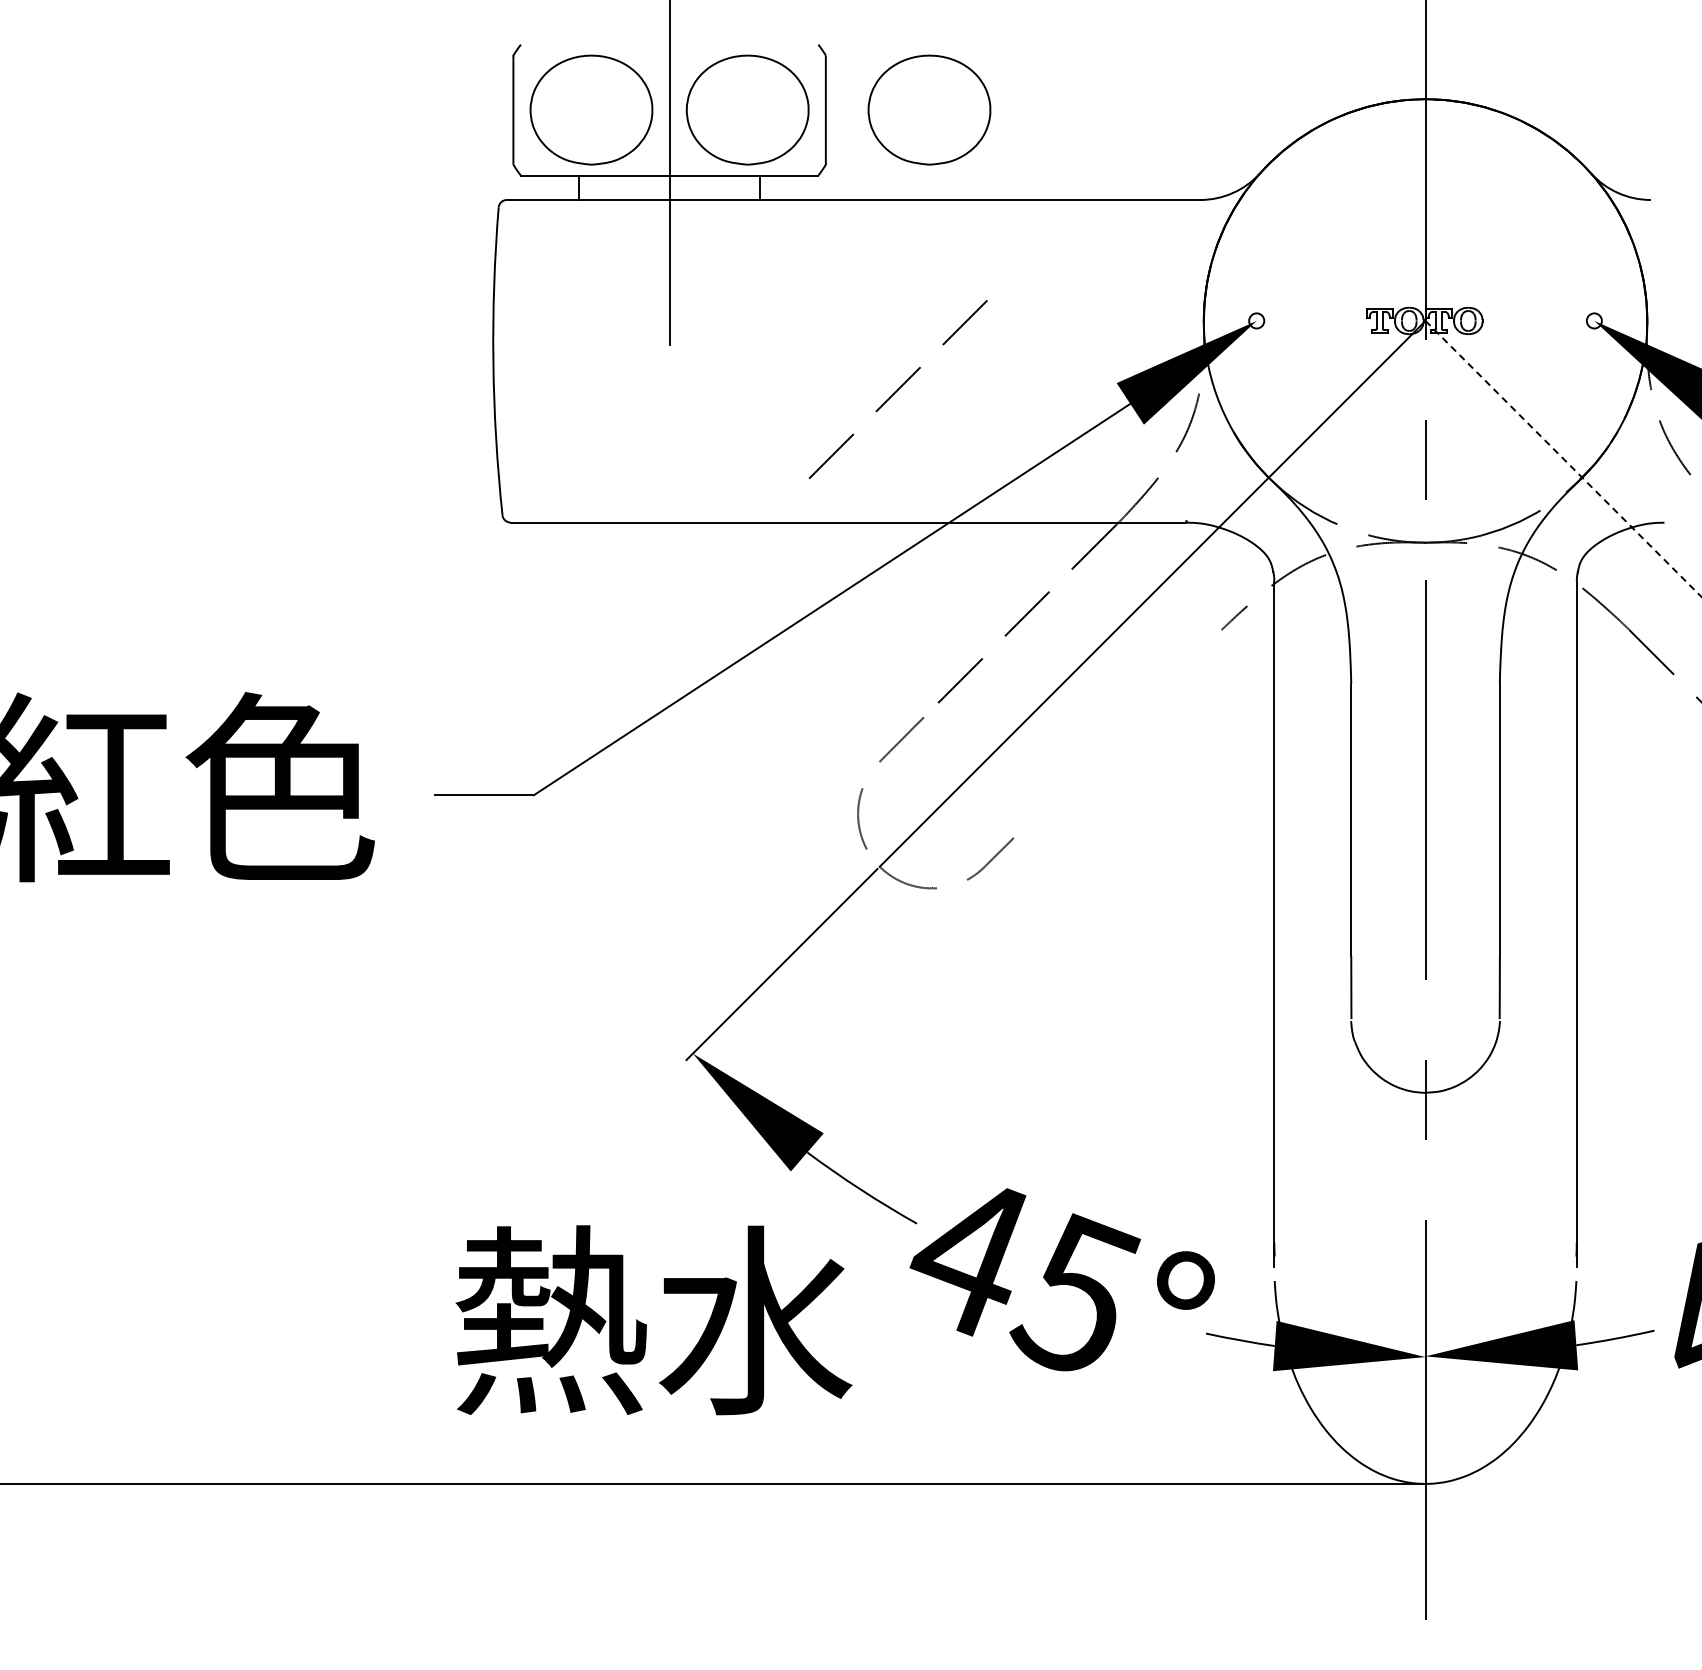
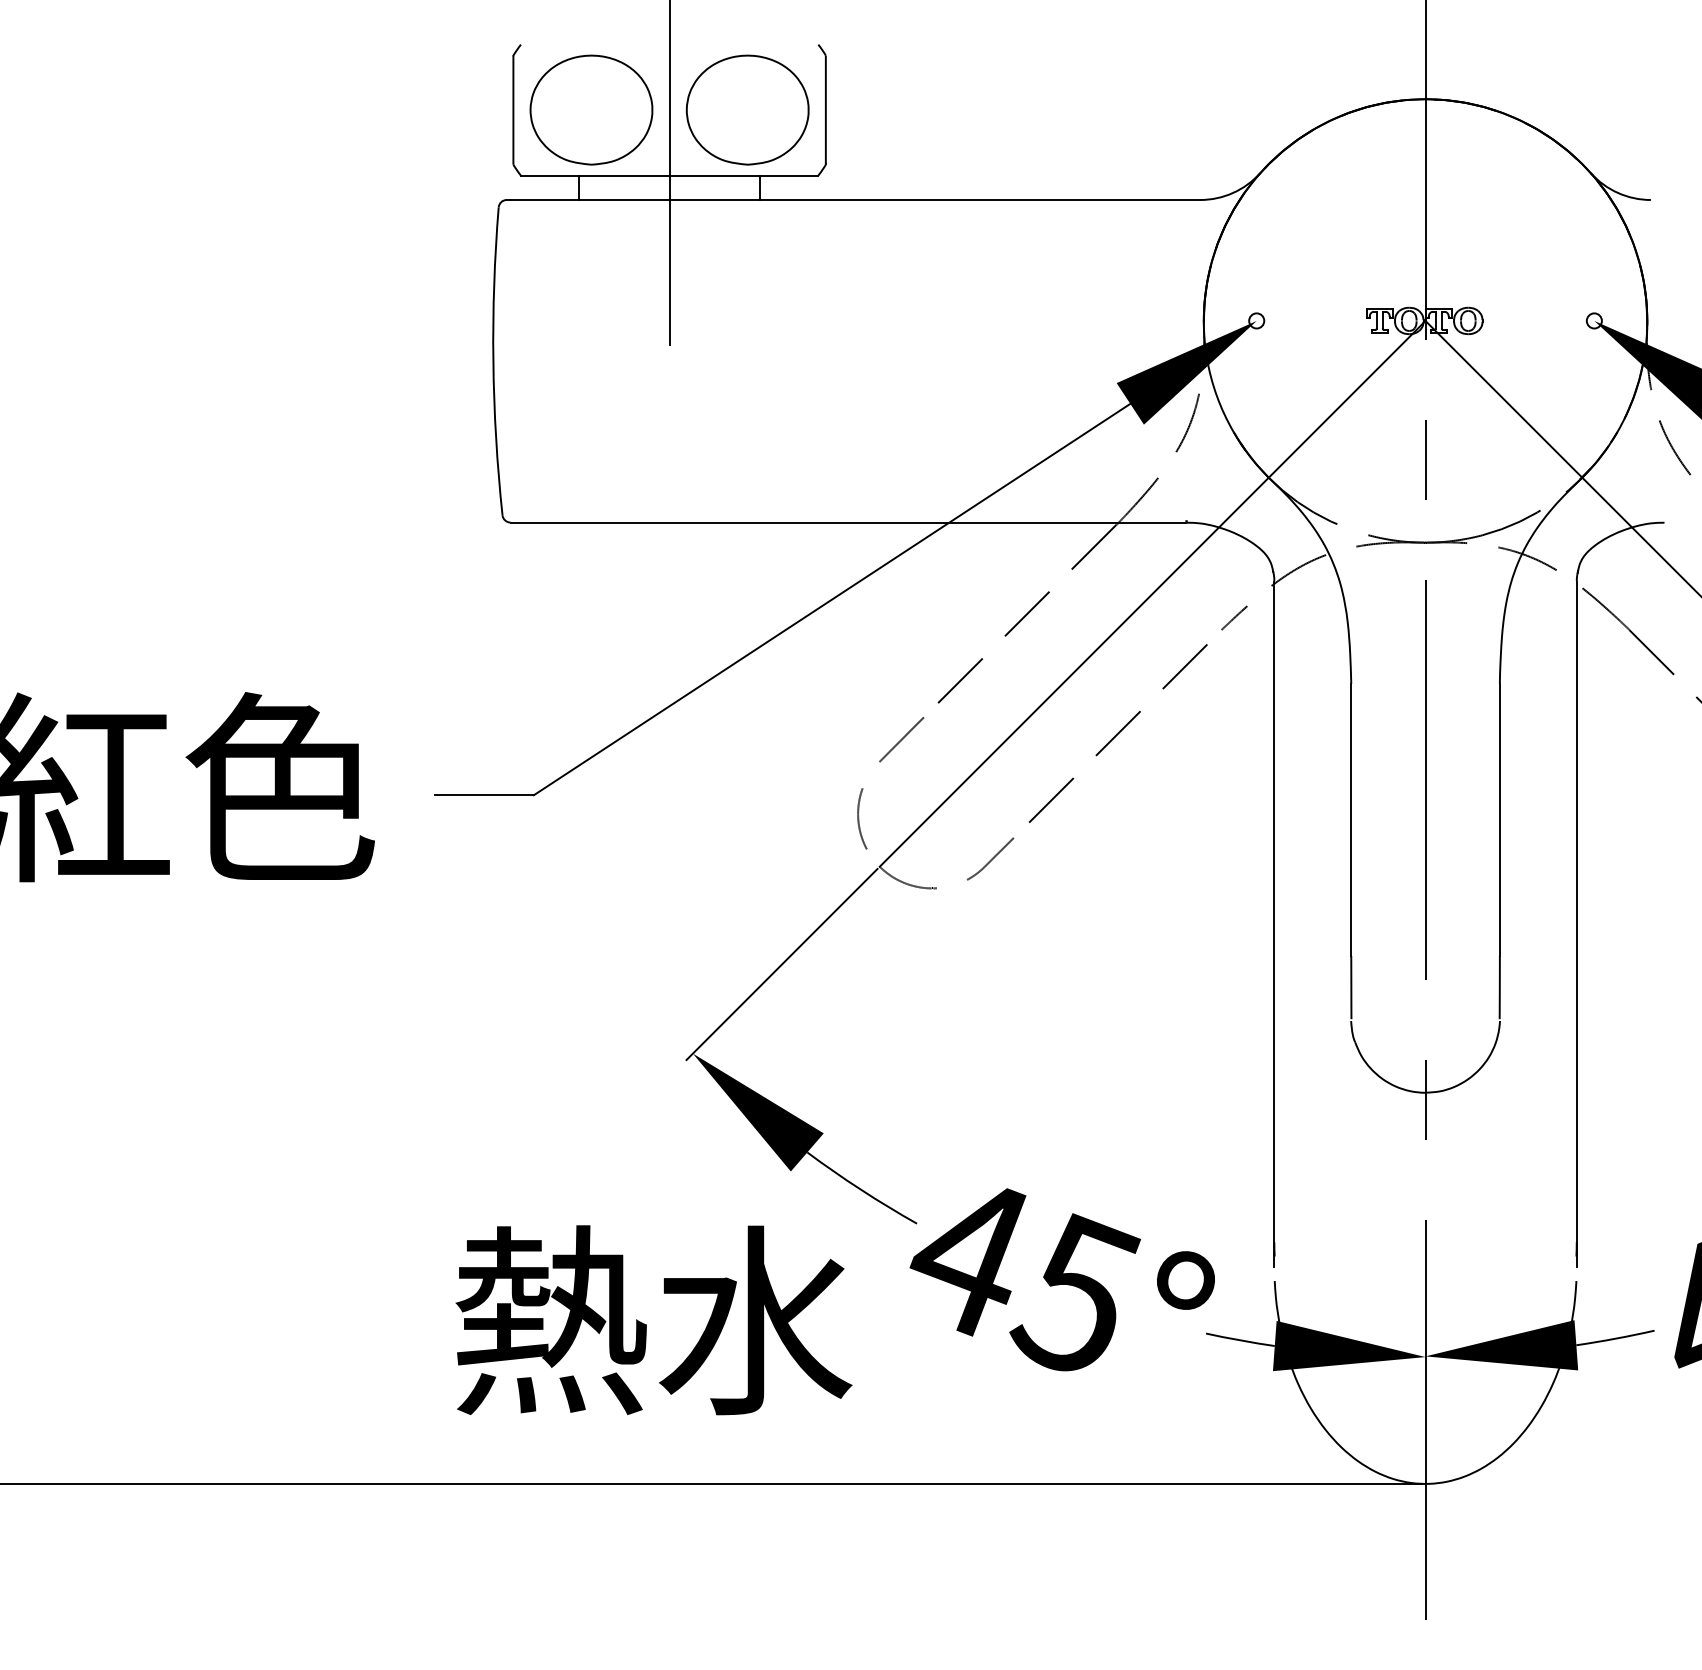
part at (929, 109): present -> none
line at (897, 389) position: (897, 389) -> (1117, 733)
line at (1564, 459): dashed -> solid
